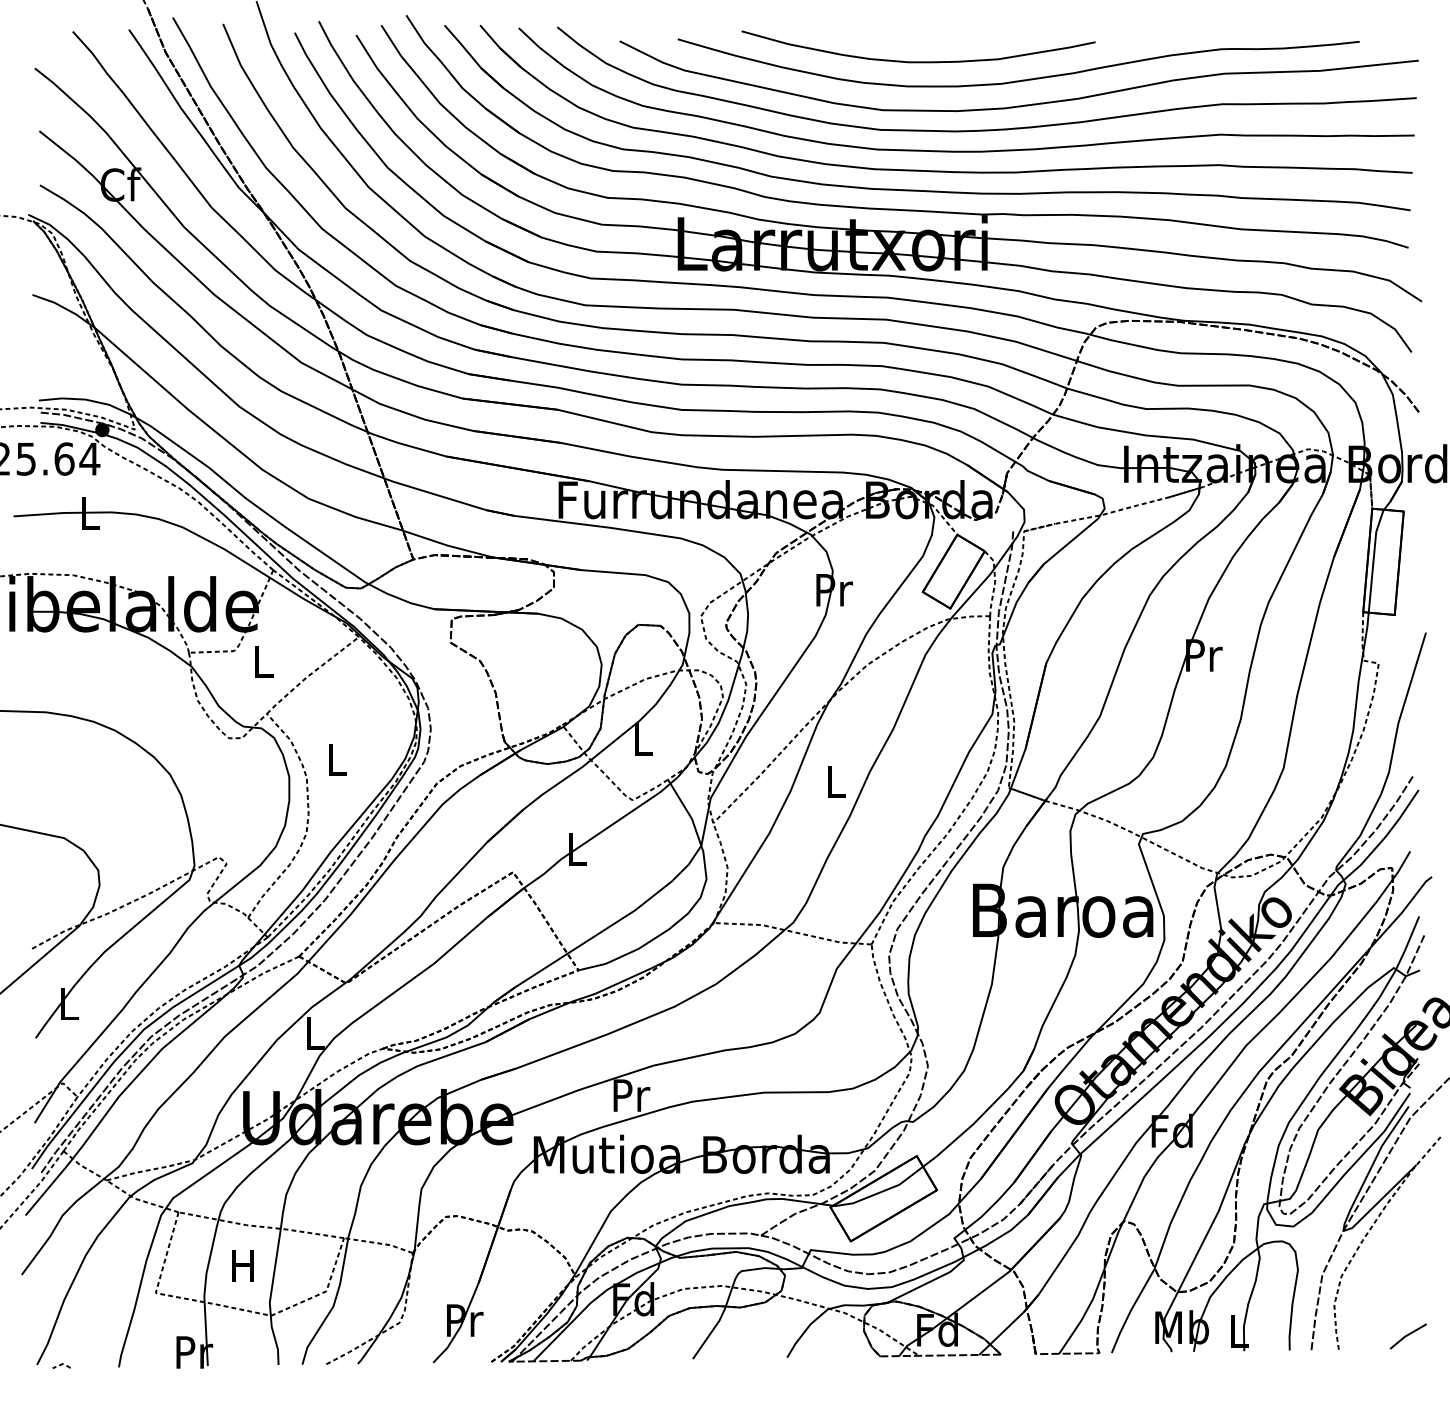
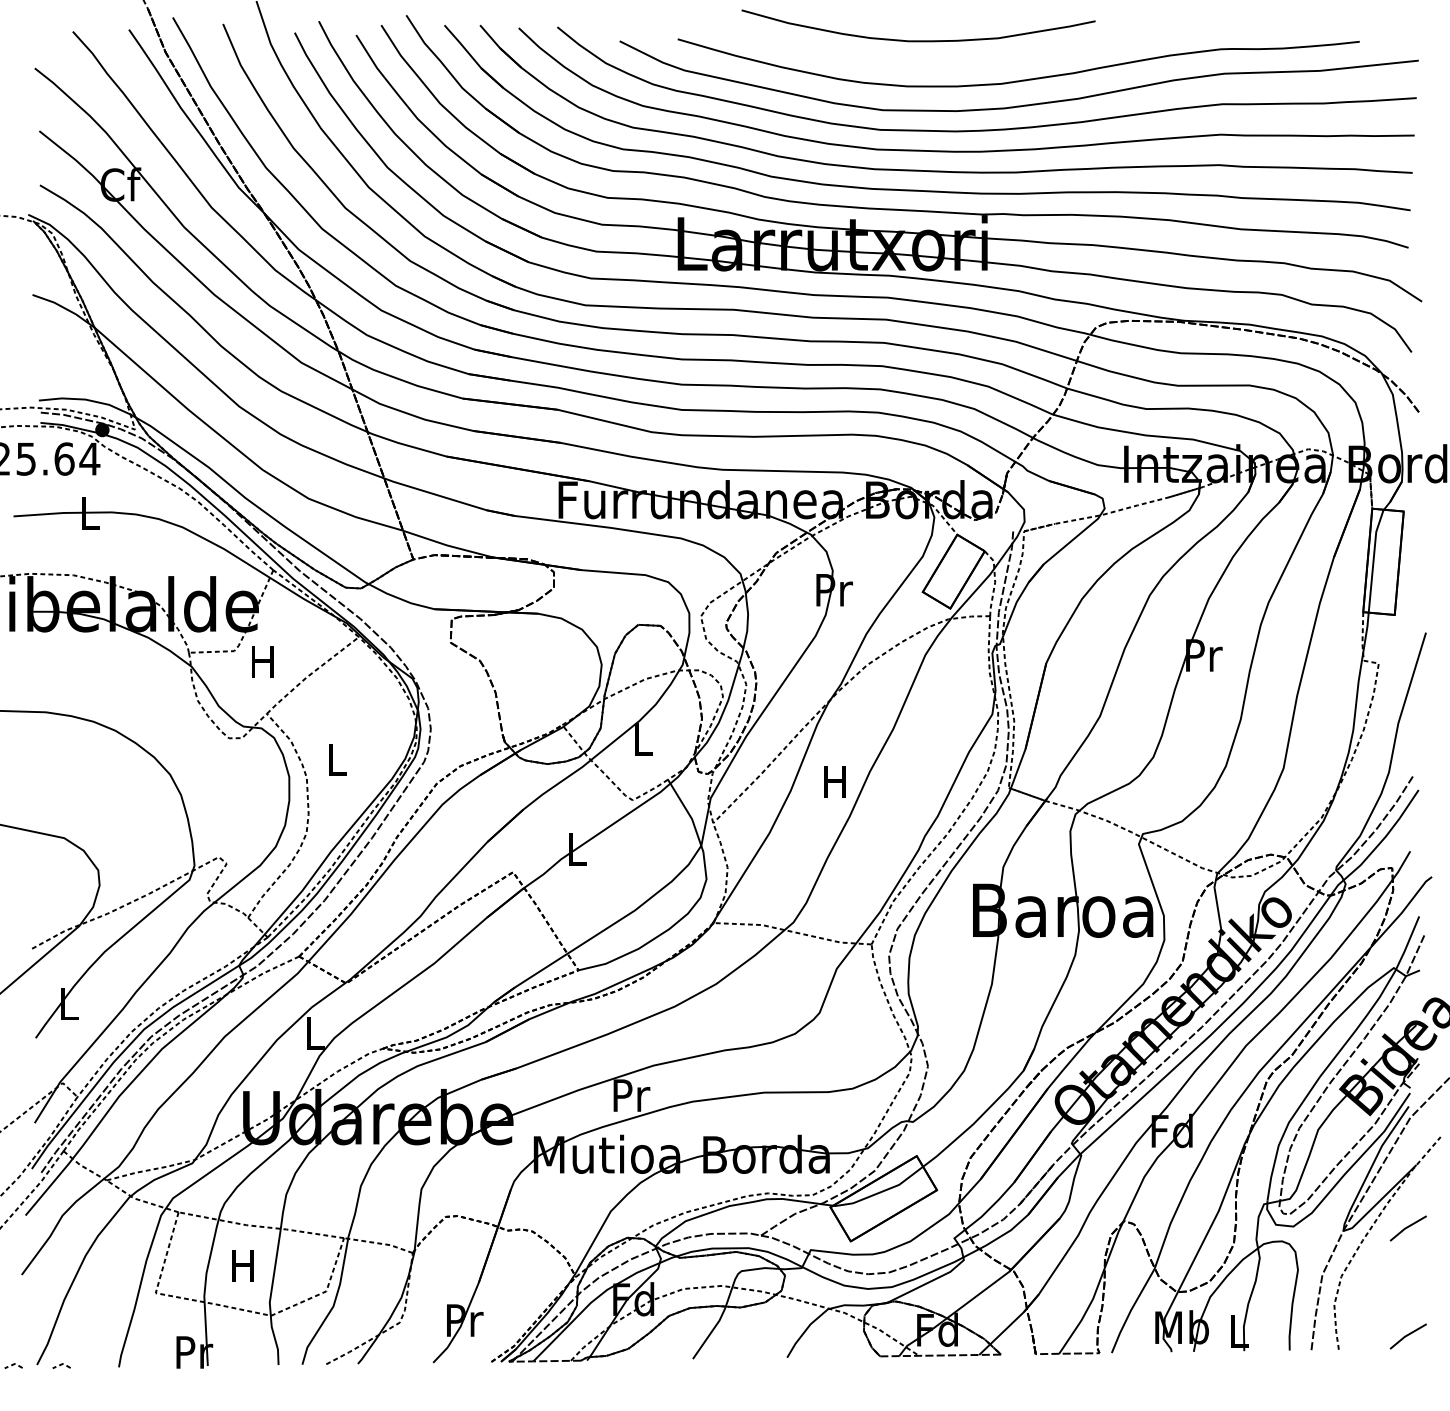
curve at (918, 61) position: (918, 61) -> (918, 40)
text at (262, 661): L -> H
text at (834, 781): L -> H
line at (1407, 1228): none -> present
line at (13, 1365): none -> present
